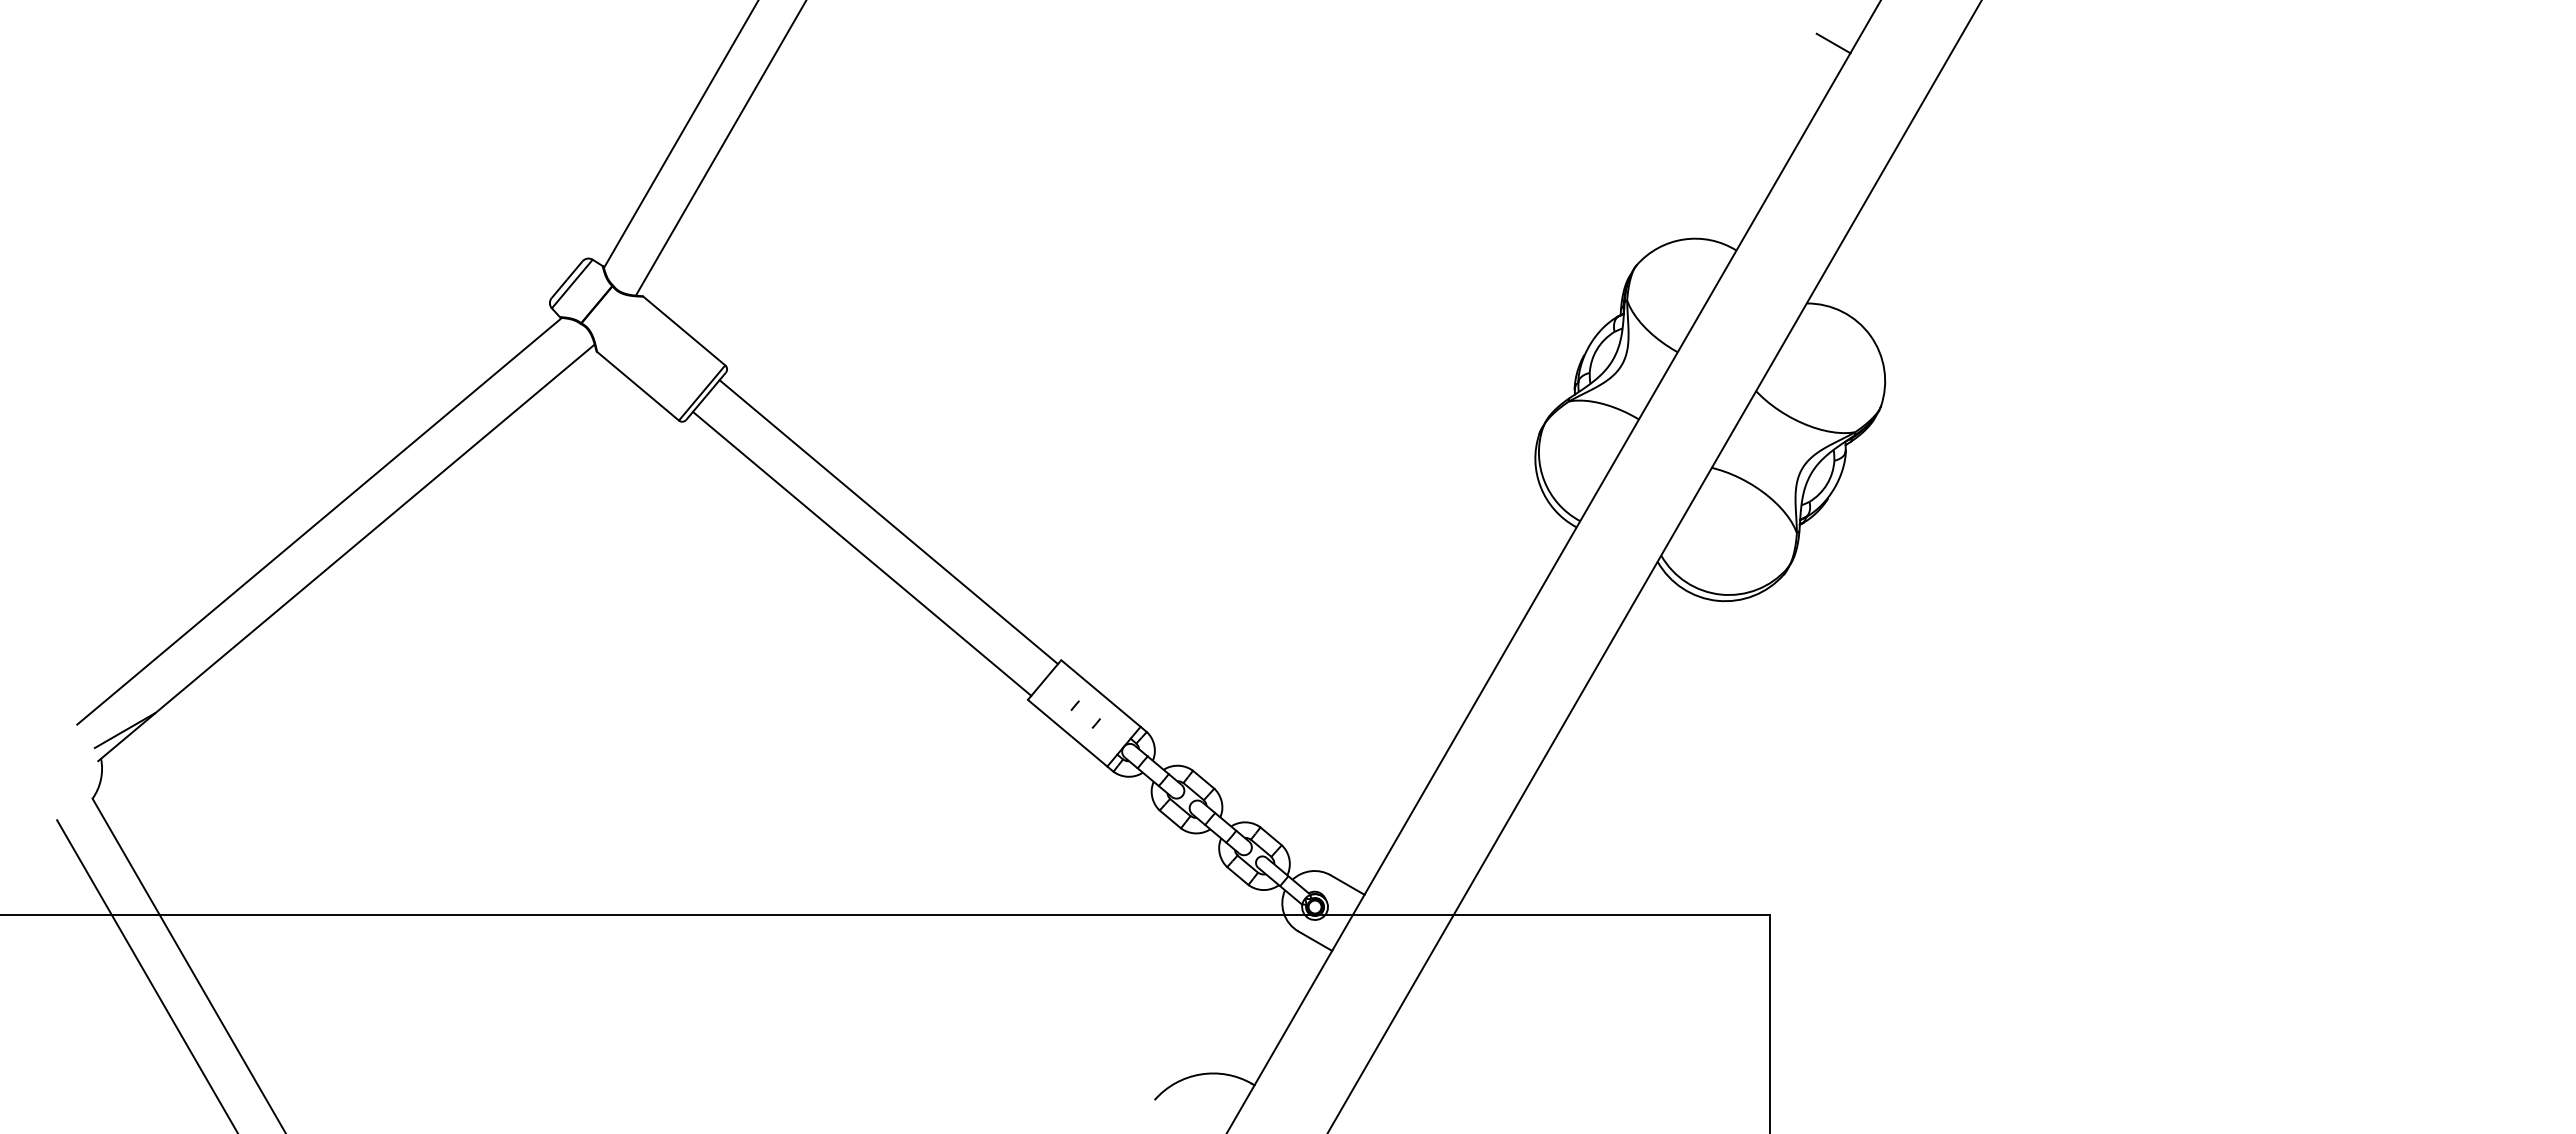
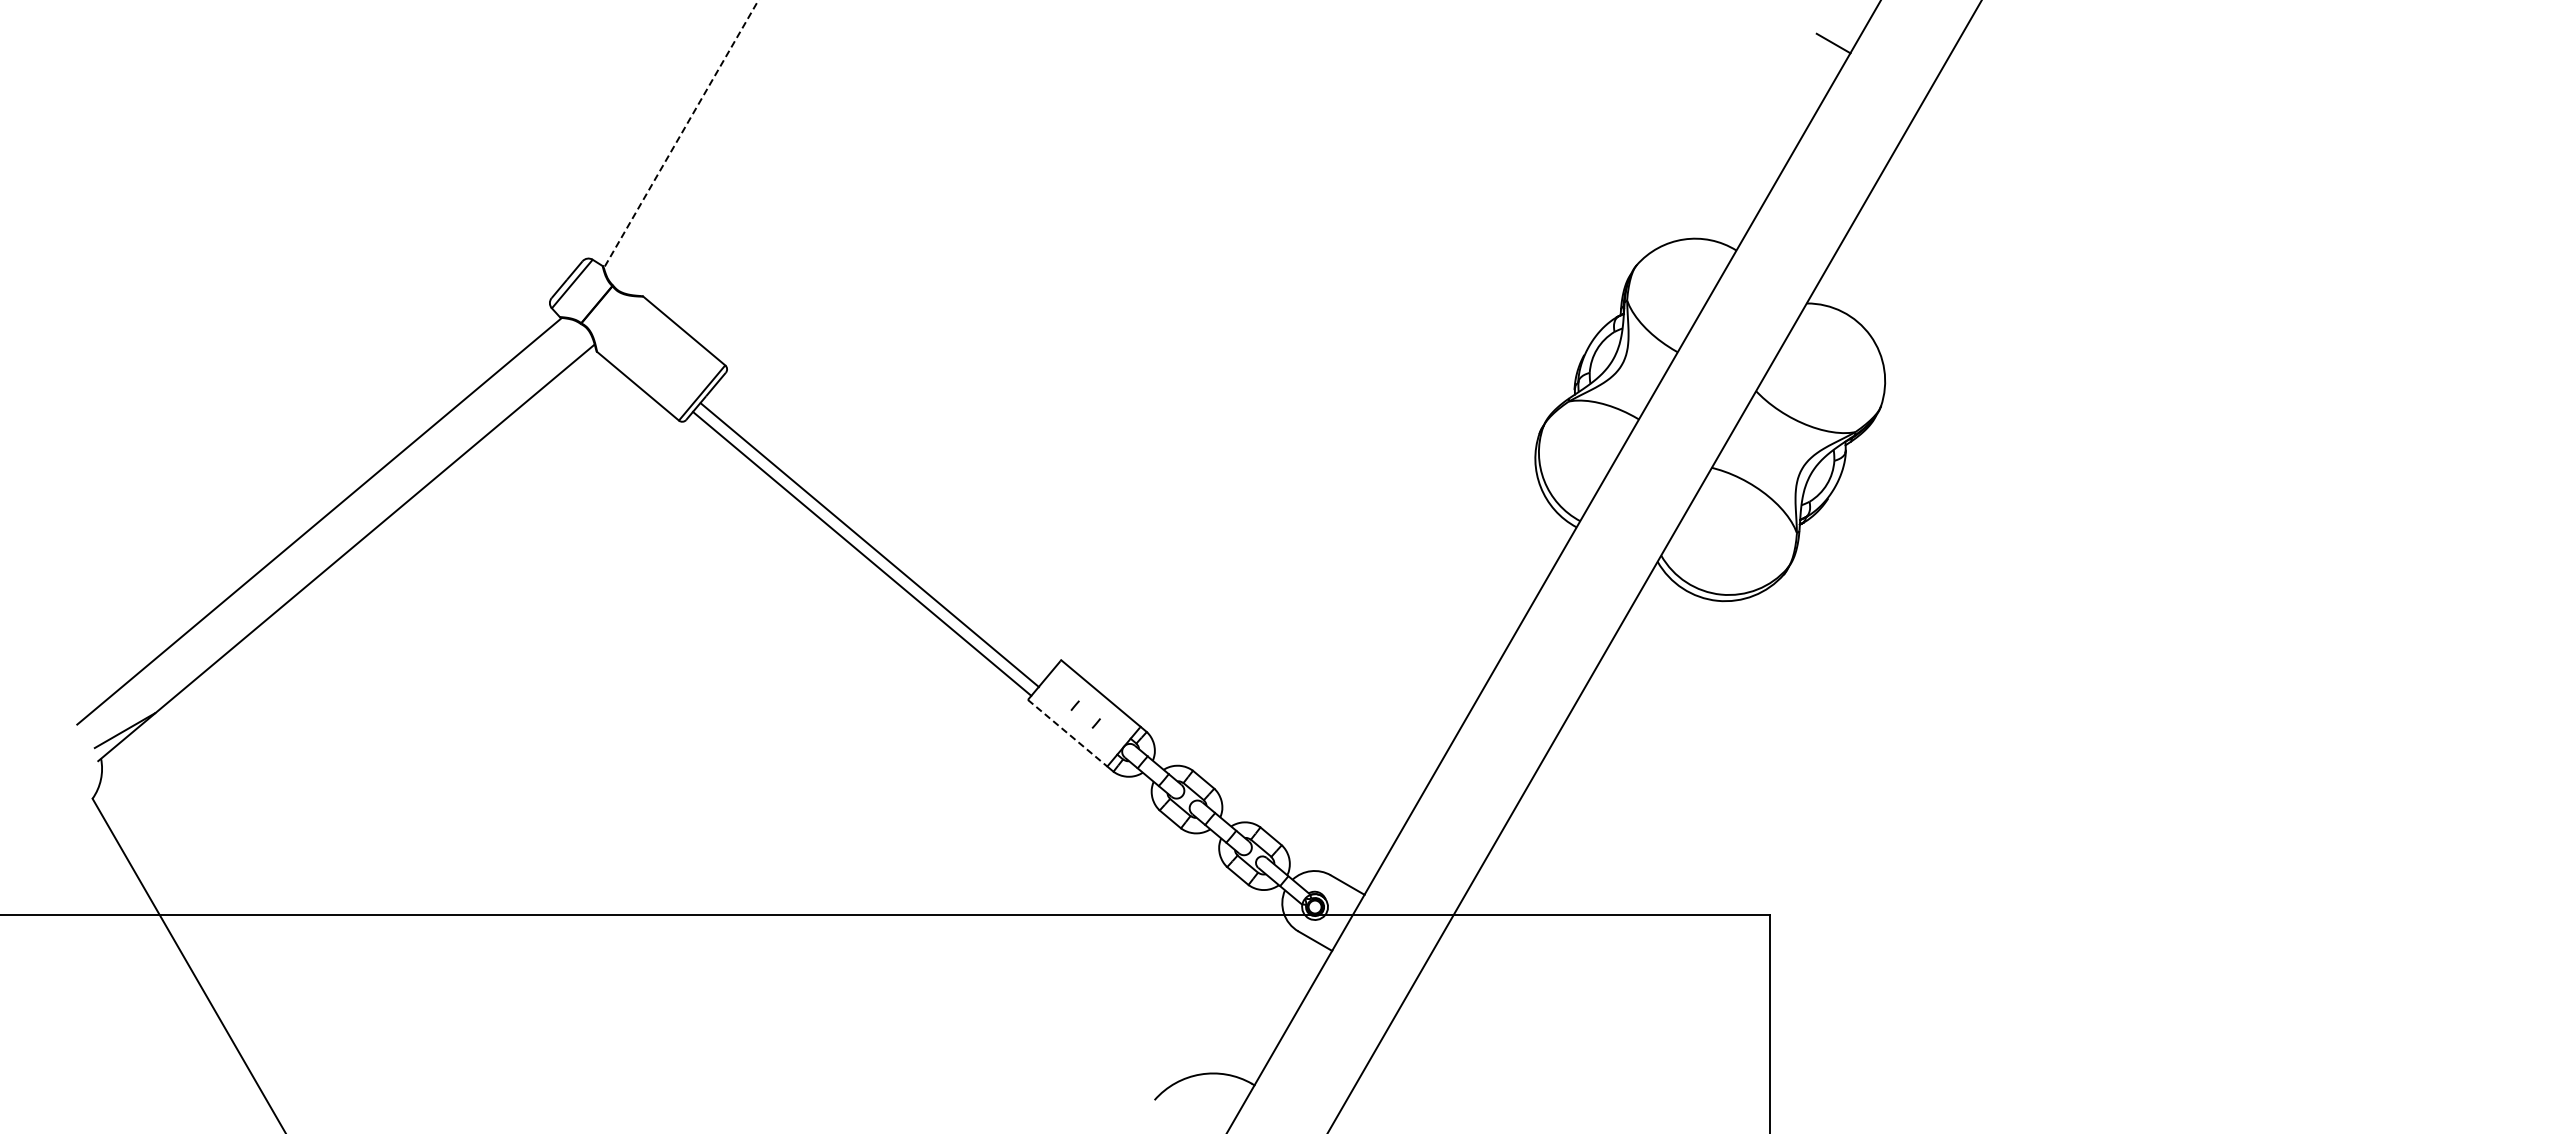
line at (680, 134): solid -> dashed
line at (720, 148): present -> none
line at (888, 522) position: (888, 522) -> (869, 545)
line at (1067, 733): solid -> dashed
line at (146, 975): present -> none
